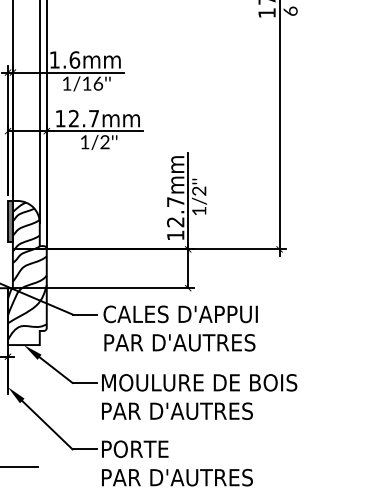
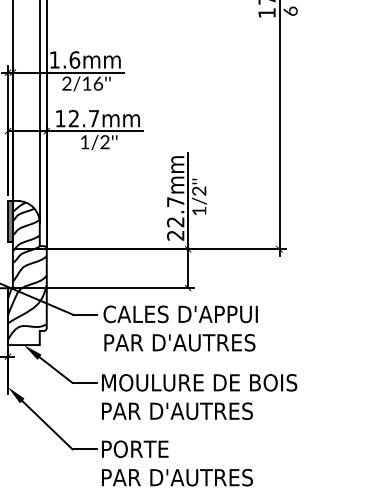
text at (66, 83): 1/16''\f] -> 2/16''\f]
text at (175, 235): 12.7mm -> 22.7mm
line at (20, 466): present -> none
